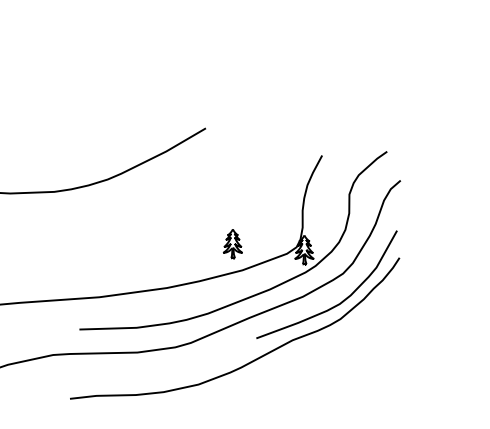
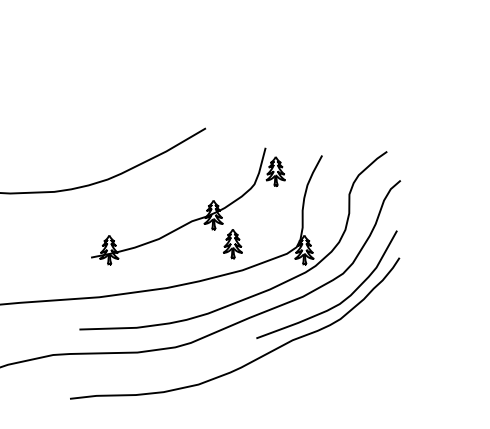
part at (193, 219): none -> present
